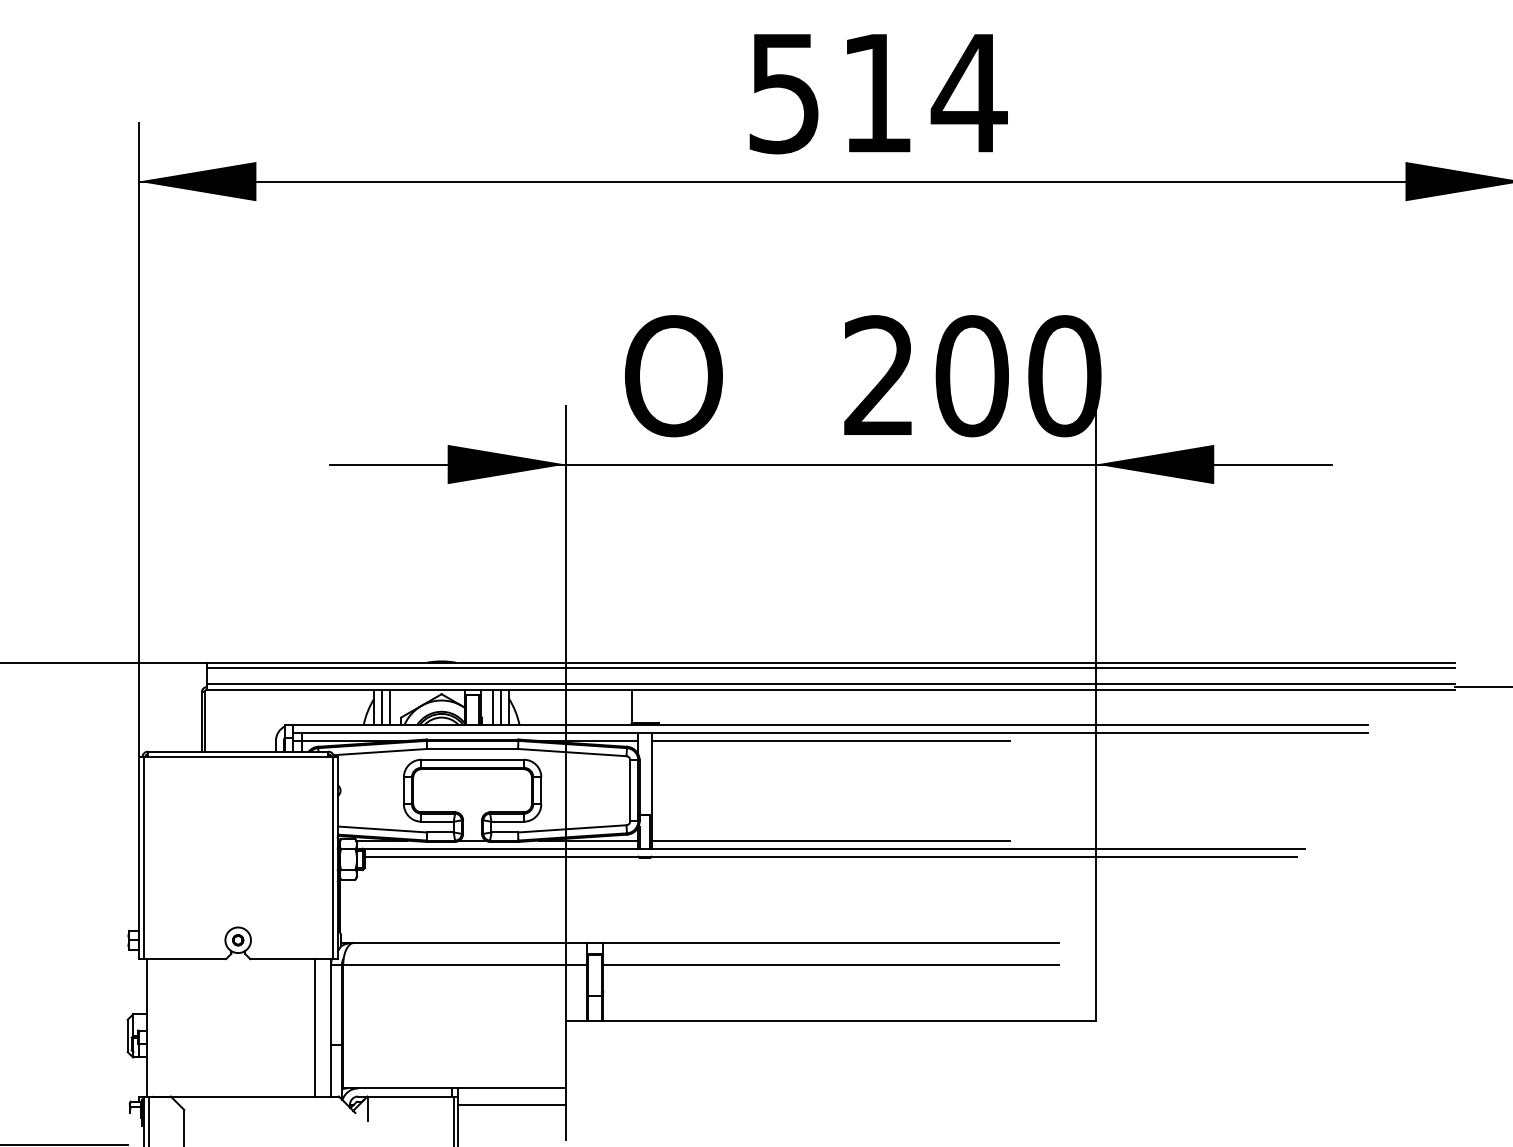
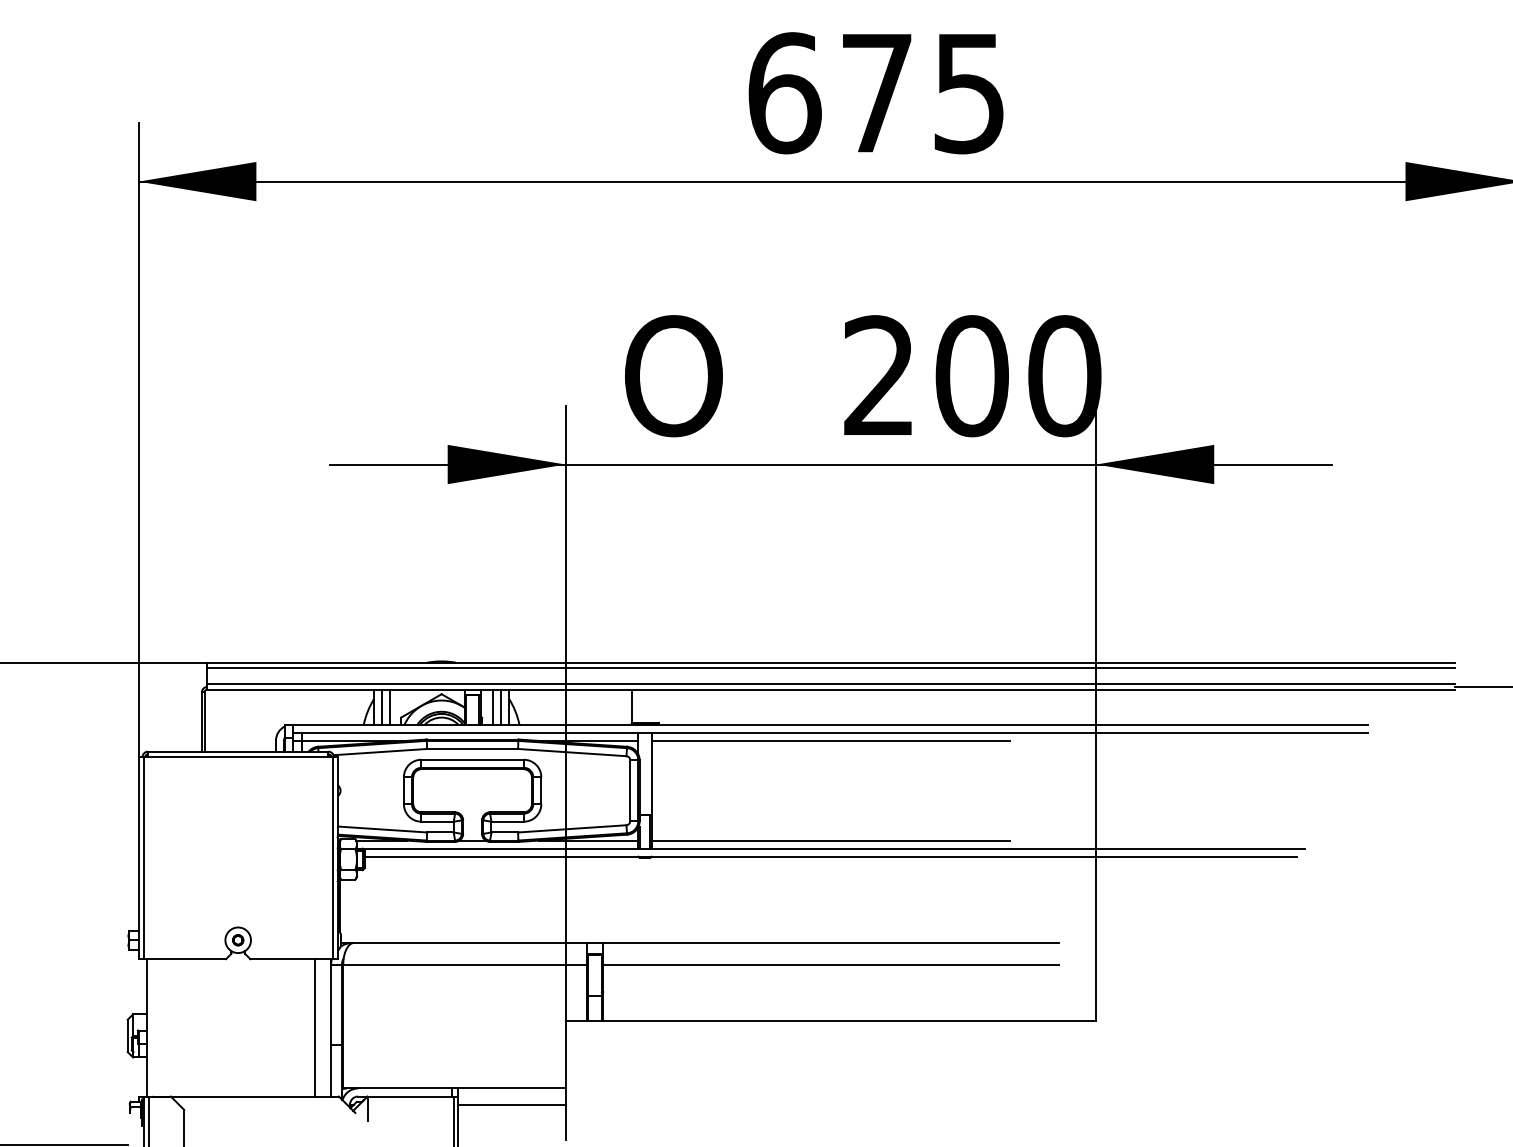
text at (877, 93): 514 -> 675
